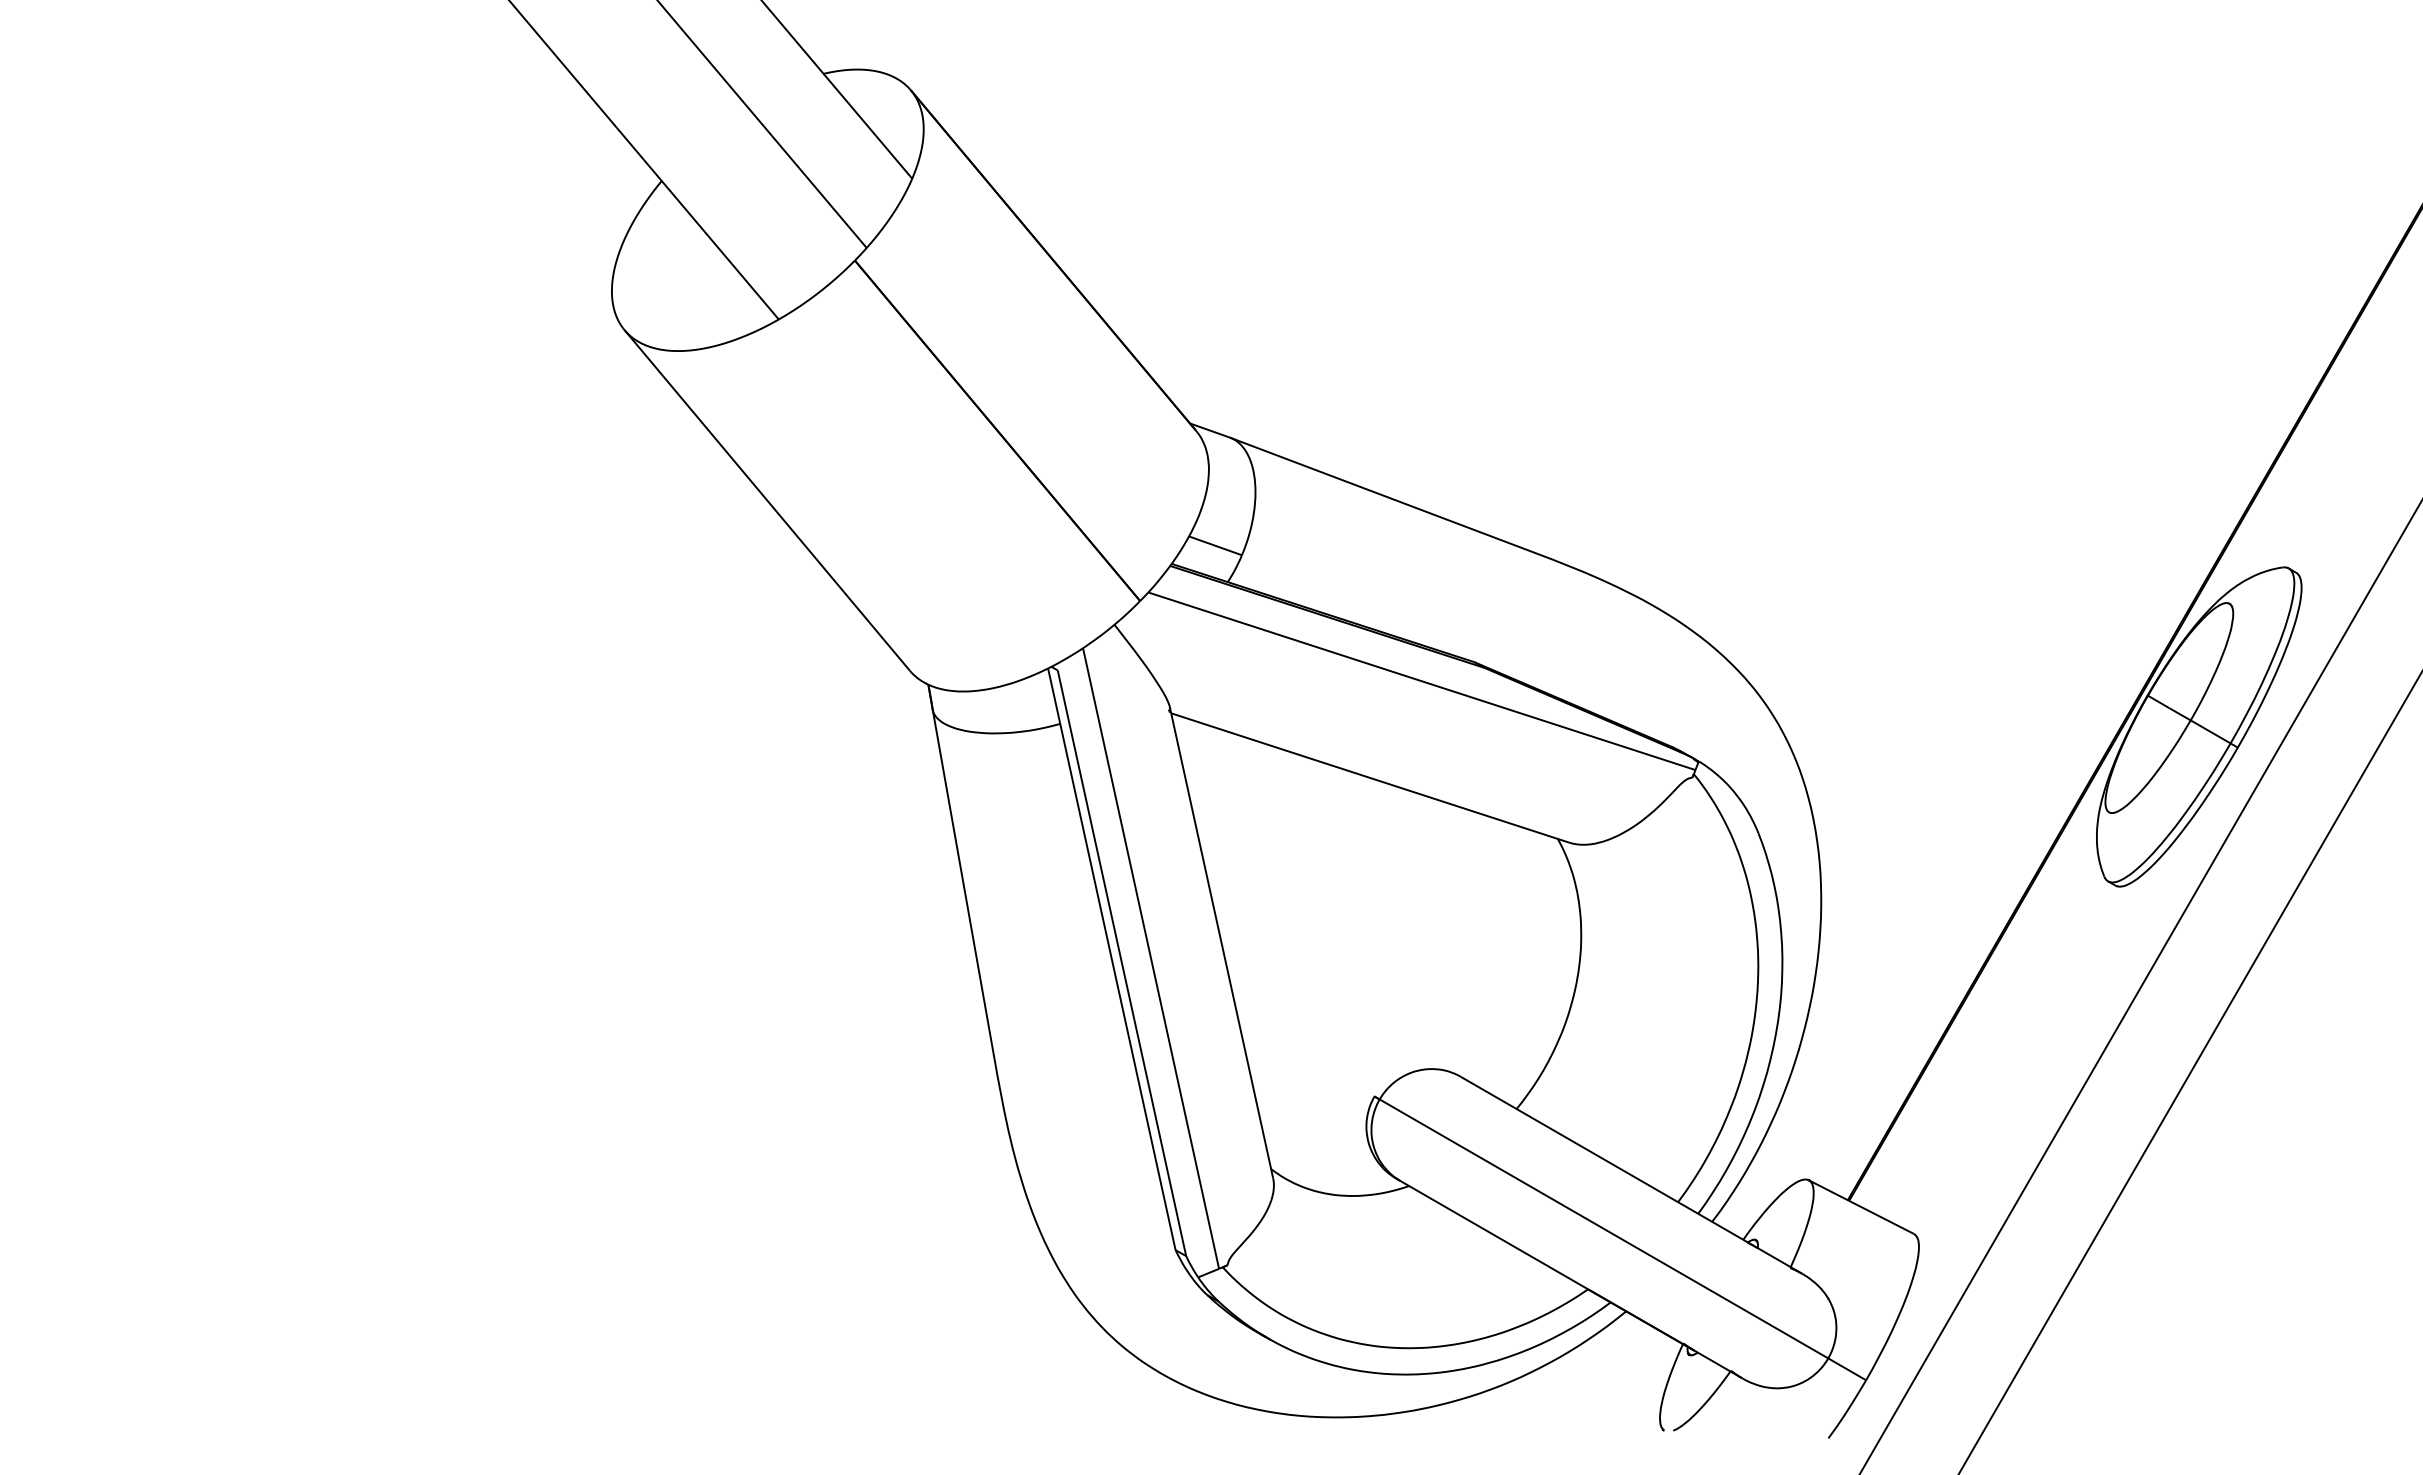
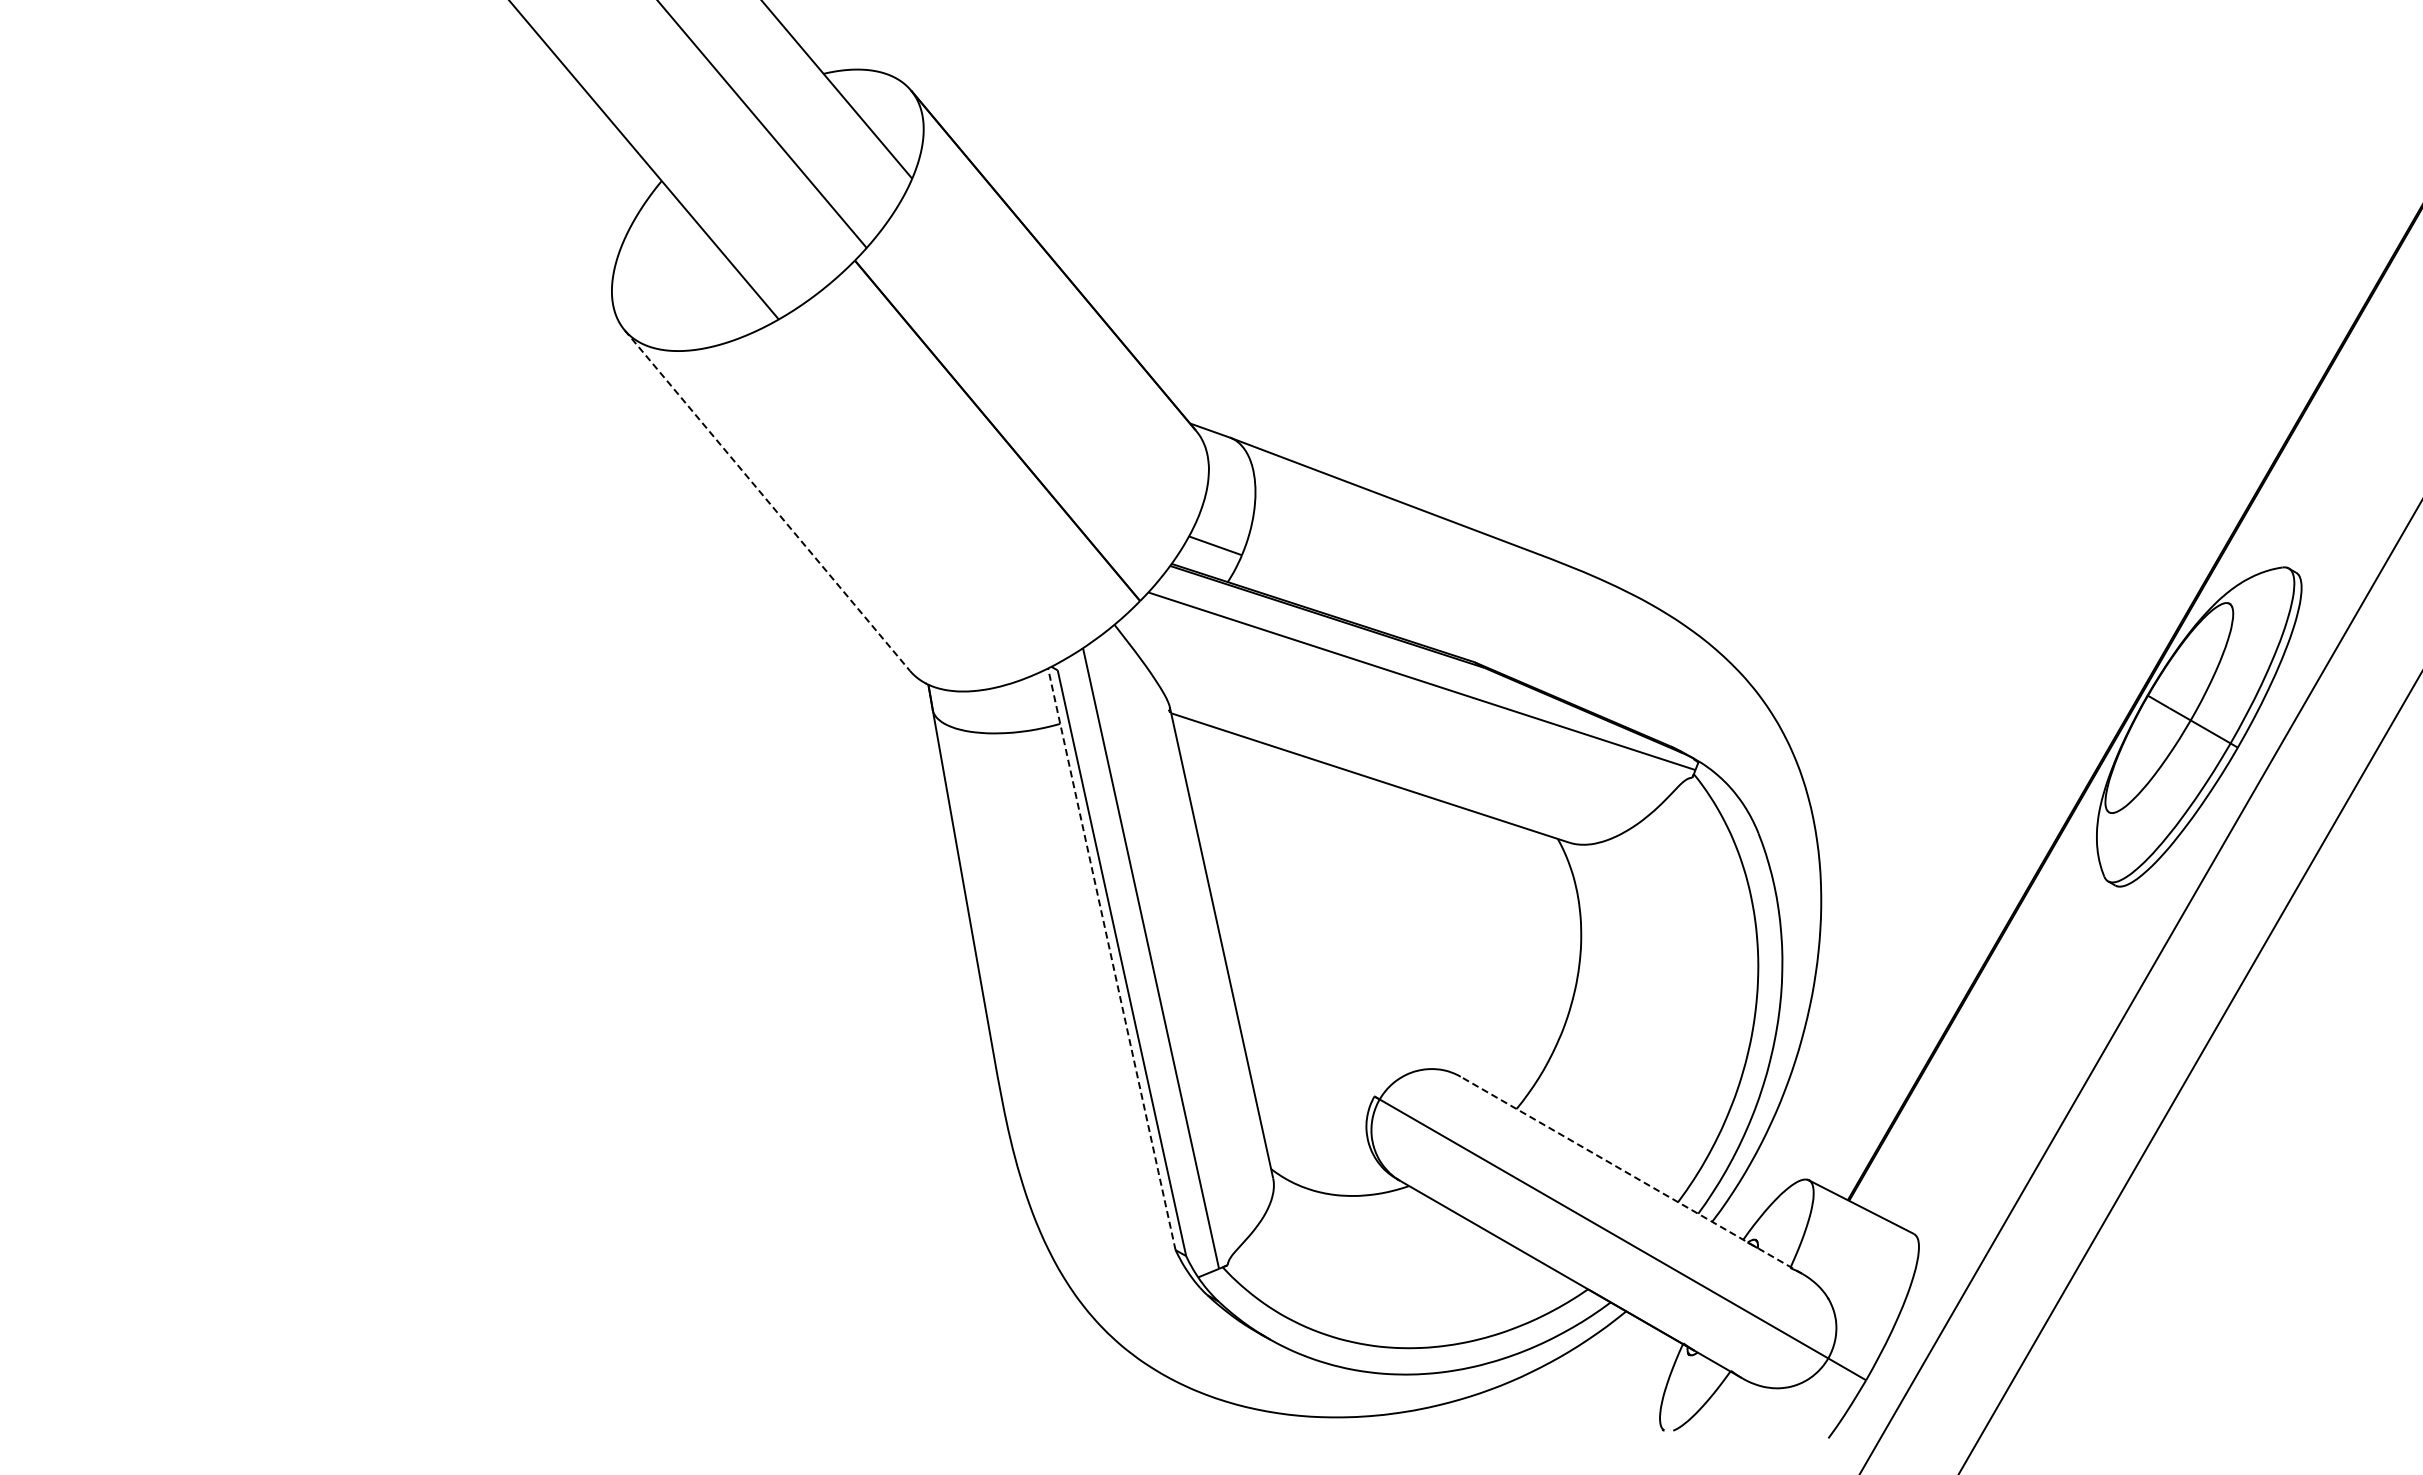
line at (767, 500): solid -> dashed
line at (1111, 959): solid -> dashed
line at (1631, 1175): solid -> dashed
